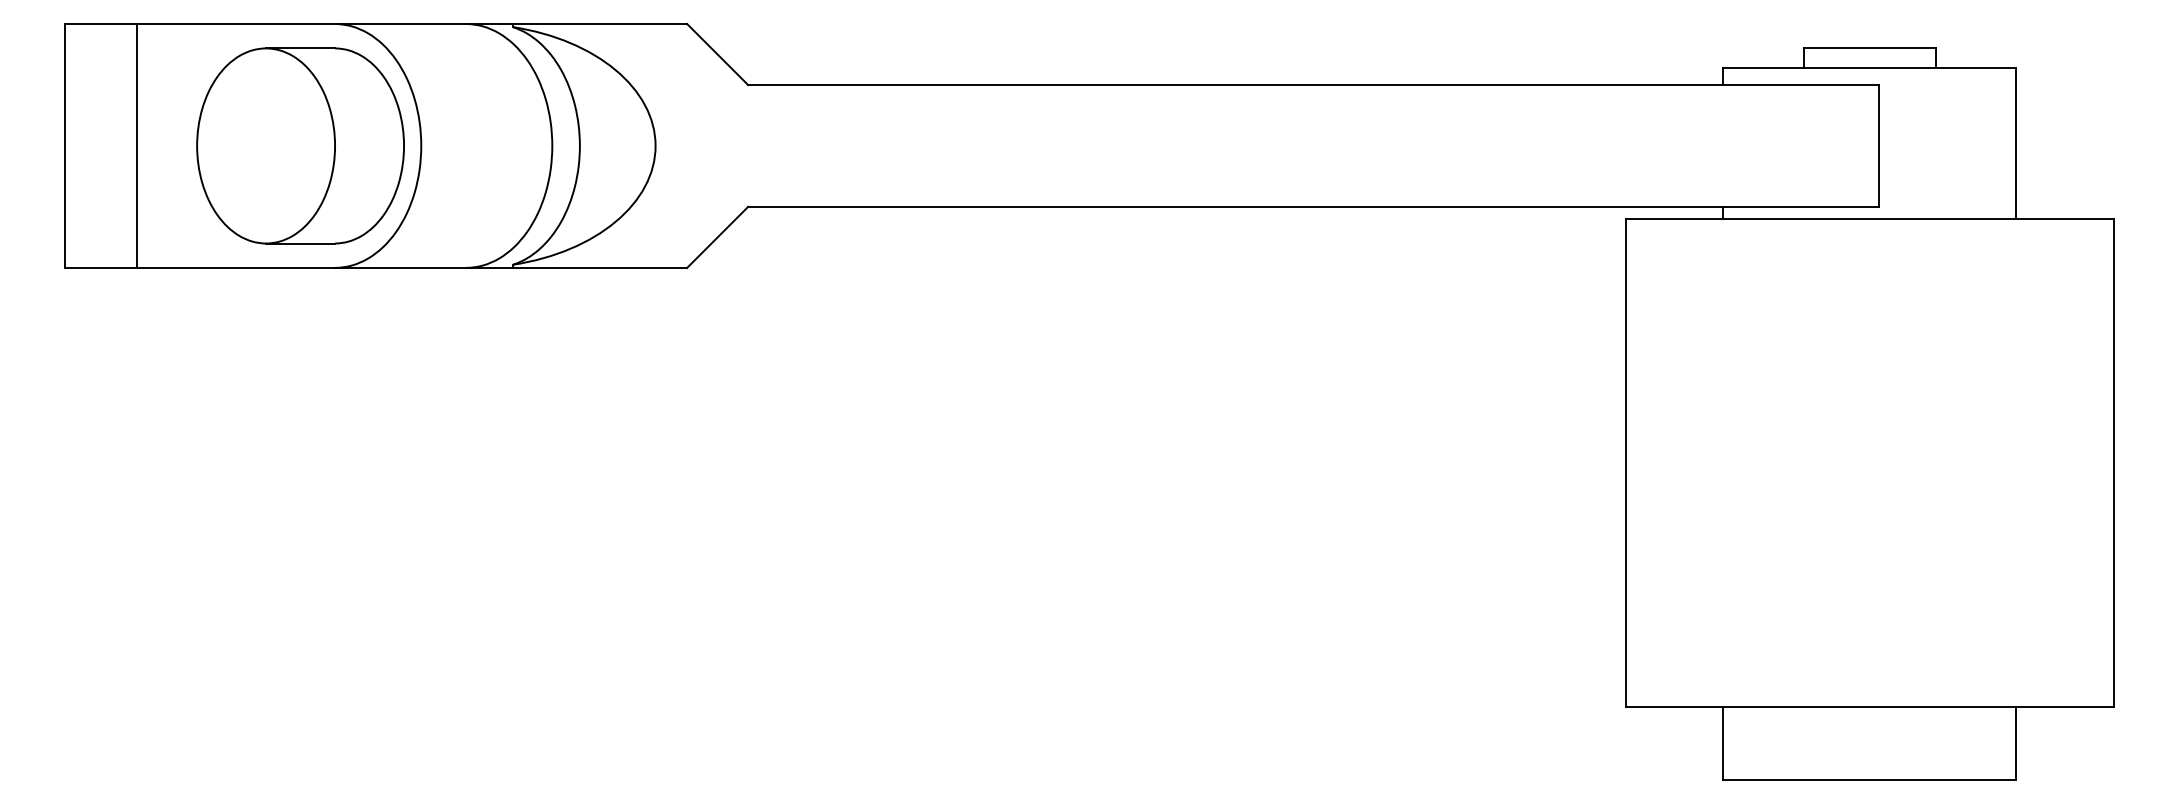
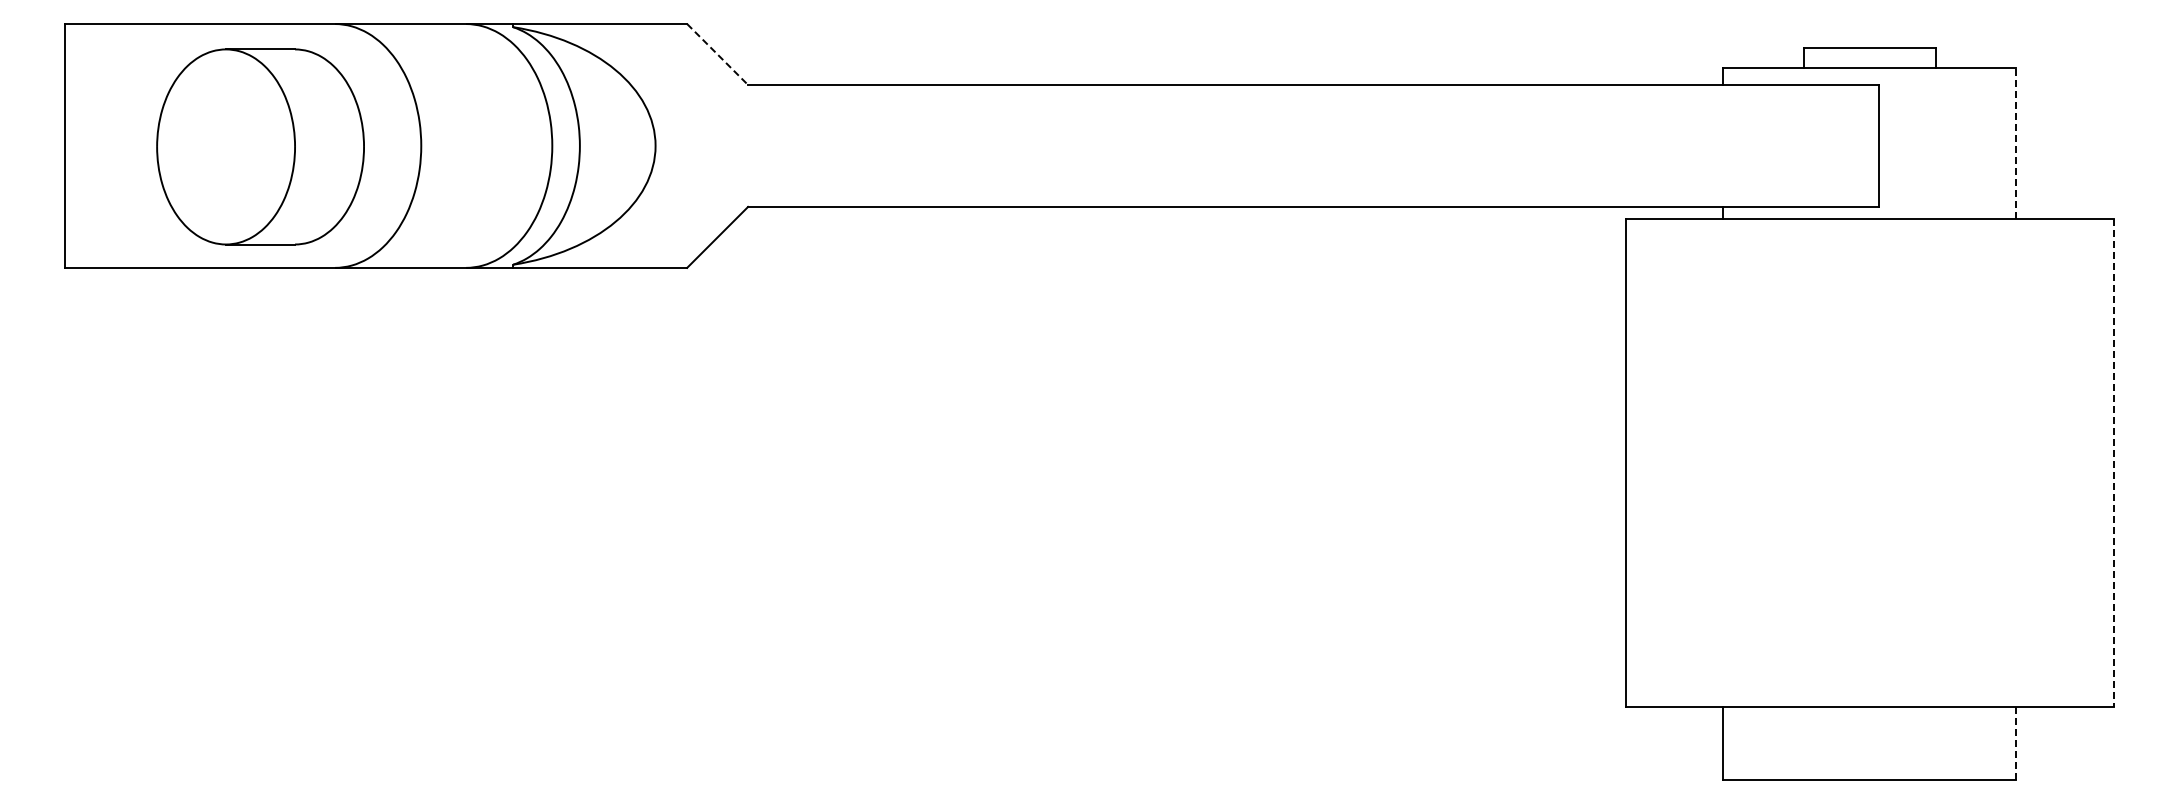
line at (717, 54): solid -> dashed
line at (2016, 143): solid -> dashed
line at (136, 145): present -> none
part at (300, 145) position: (300, 145) -> (260, 146)
line at (2113, 462): solid -> dashed
line at (2016, 743): solid -> dashed
